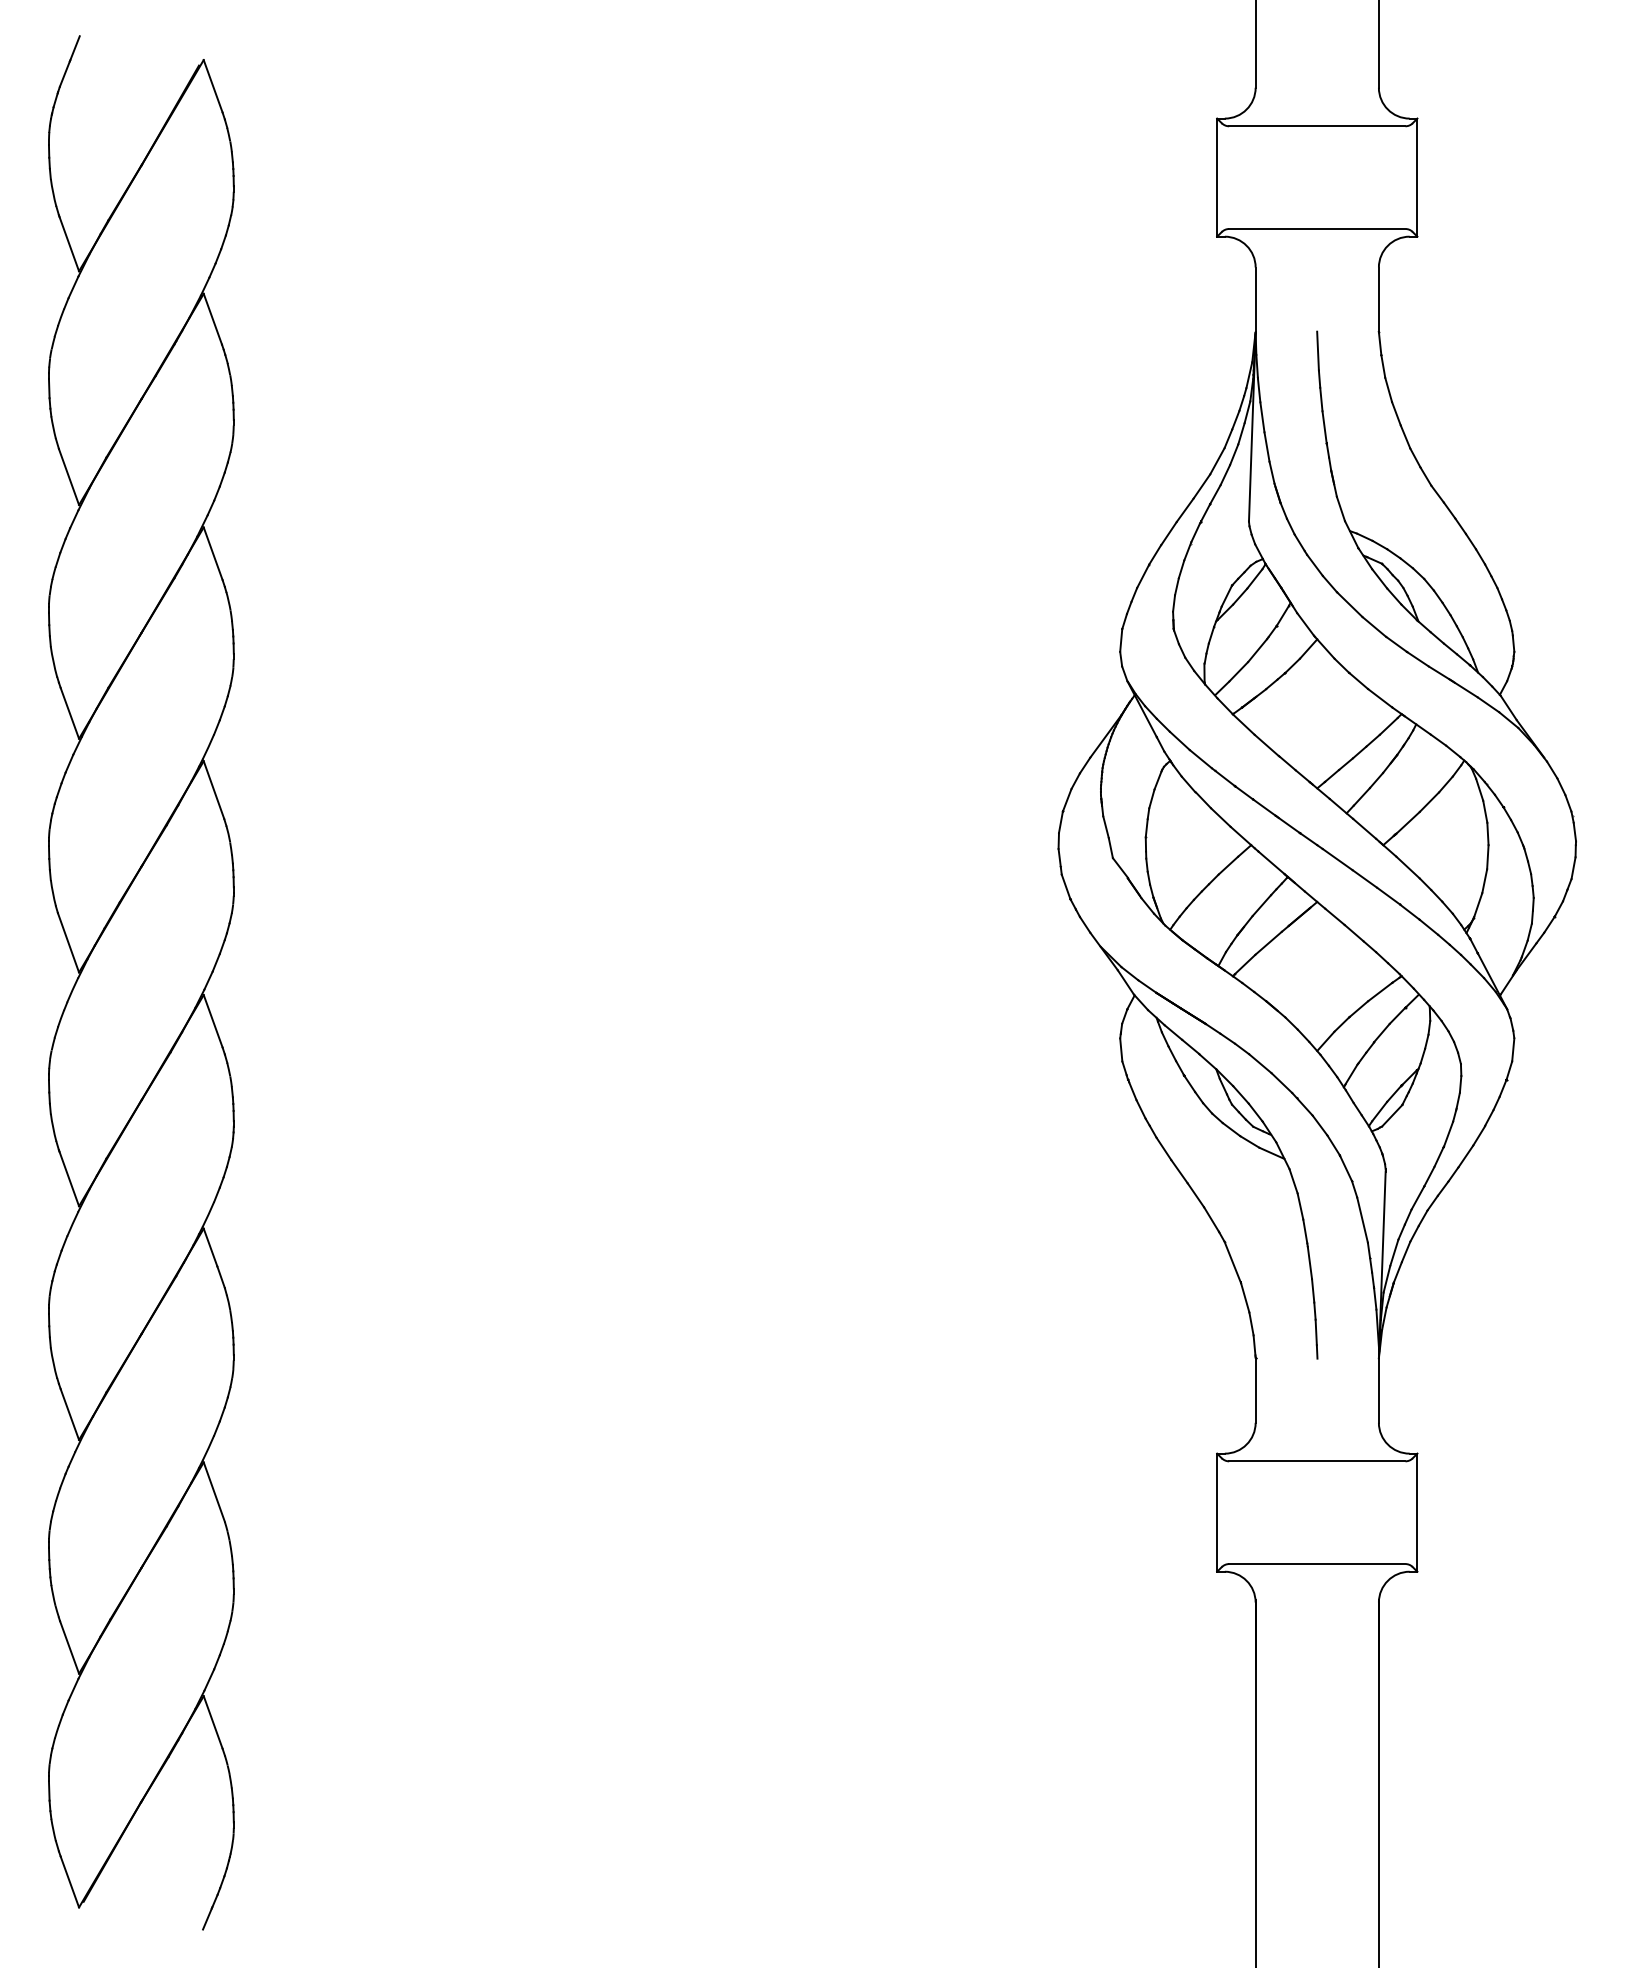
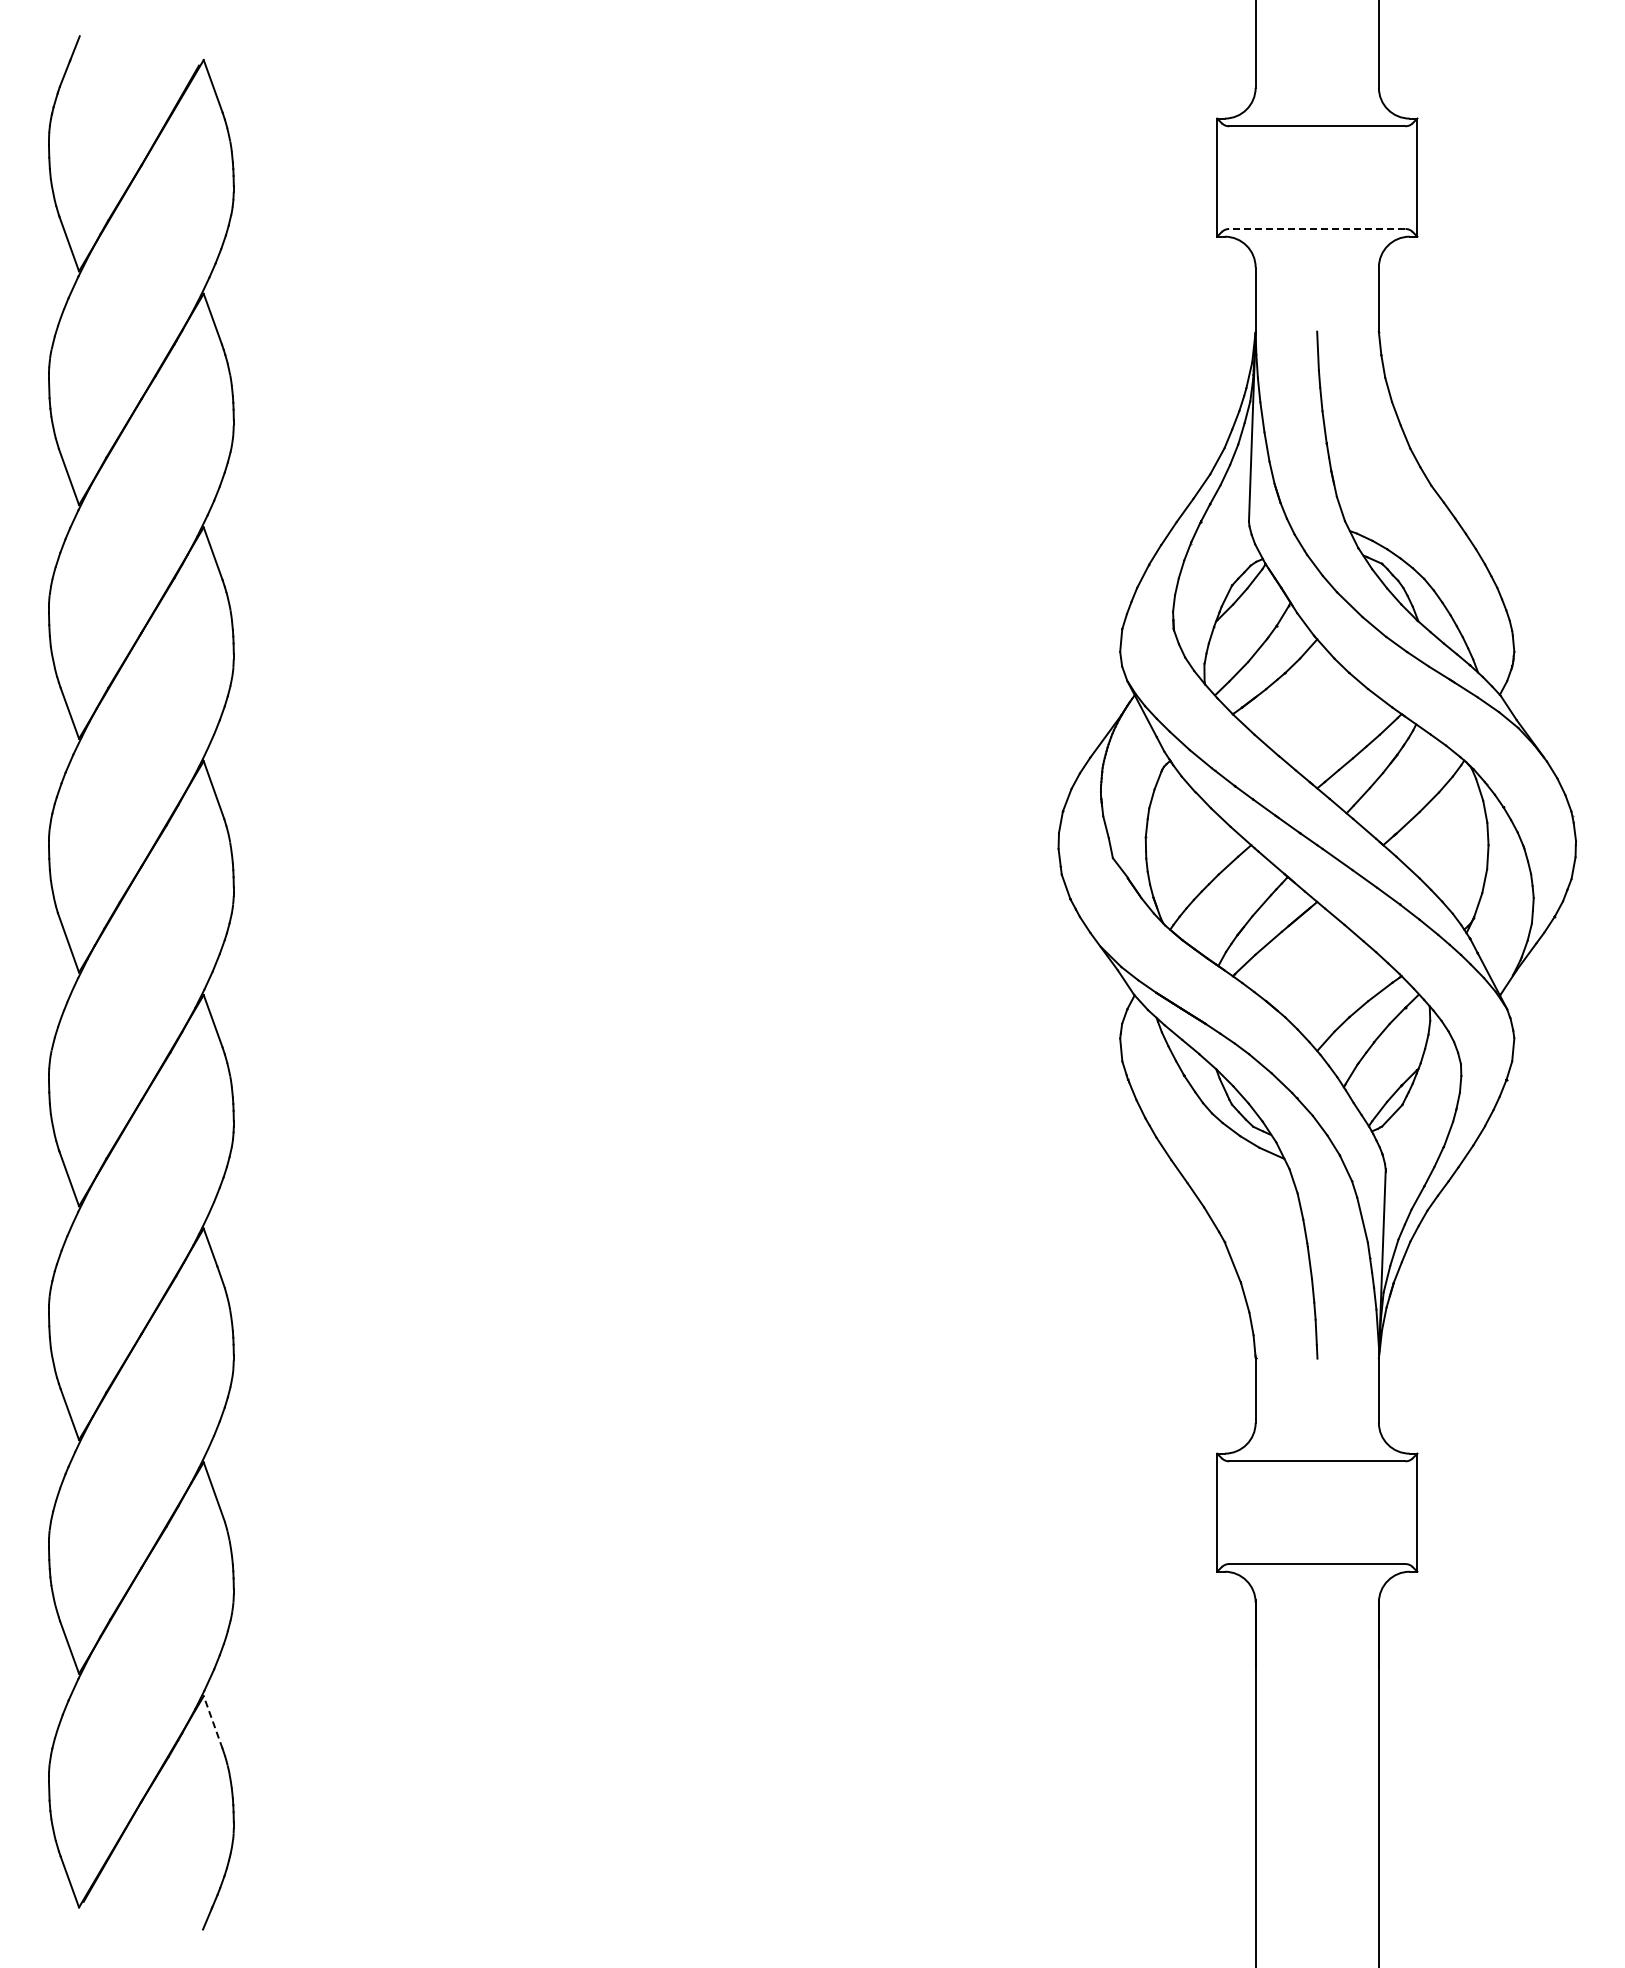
line at (1316, 229): solid -> dashed
line at (213, 1722): solid -> dashed
